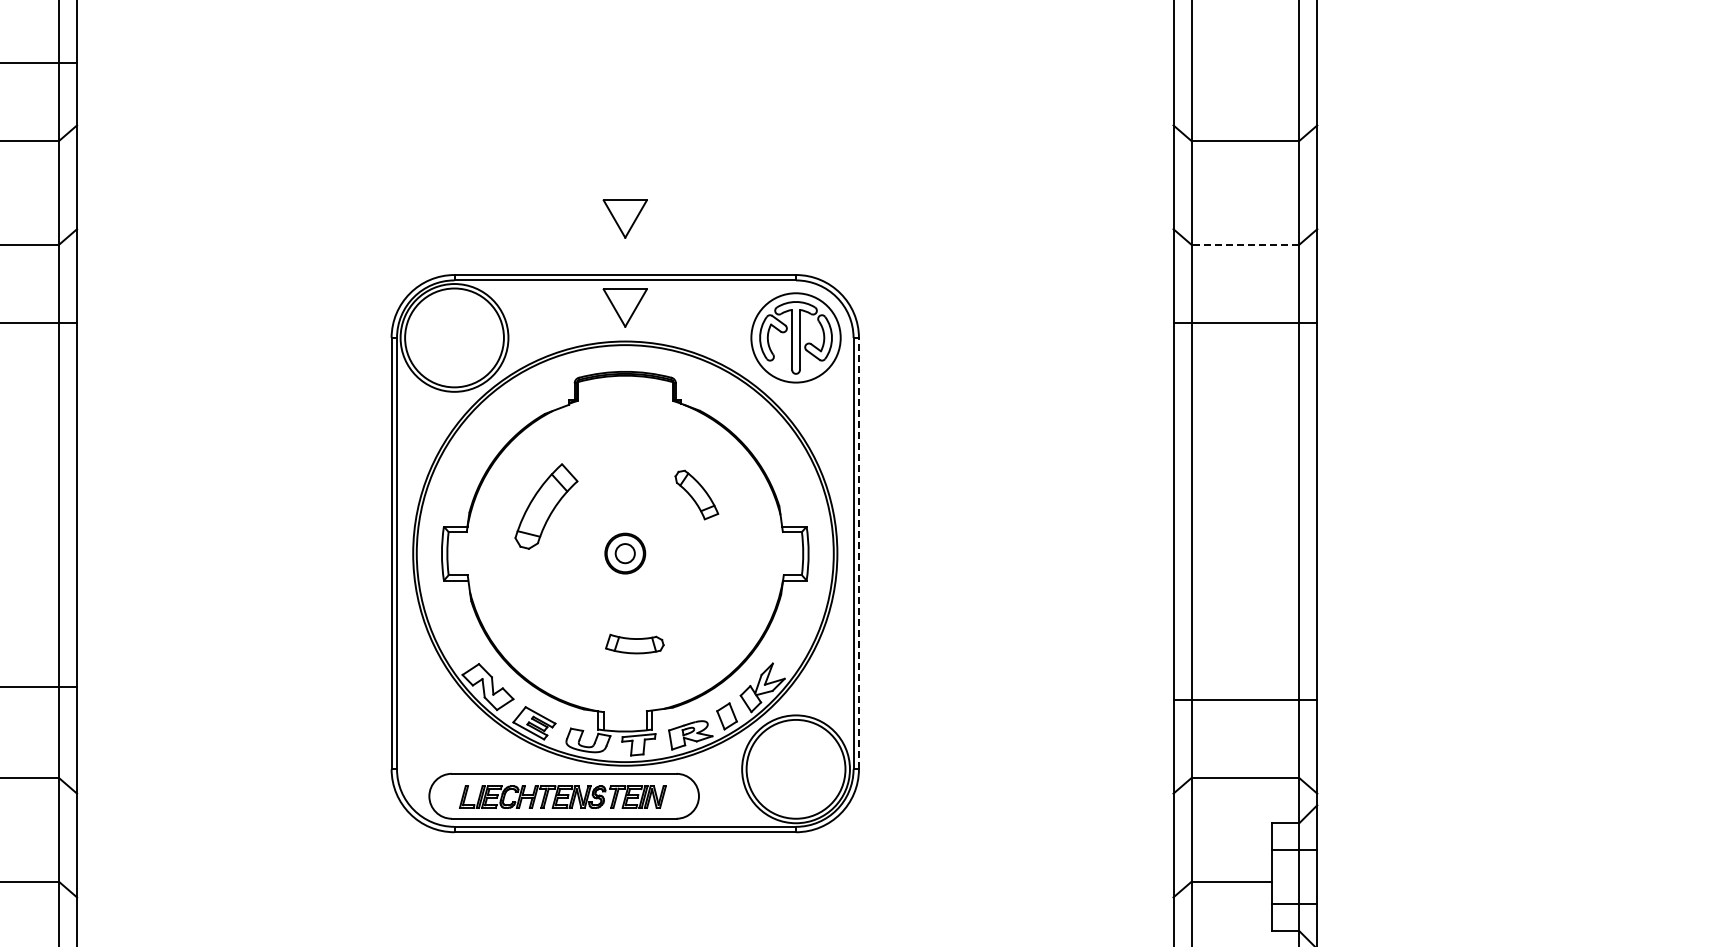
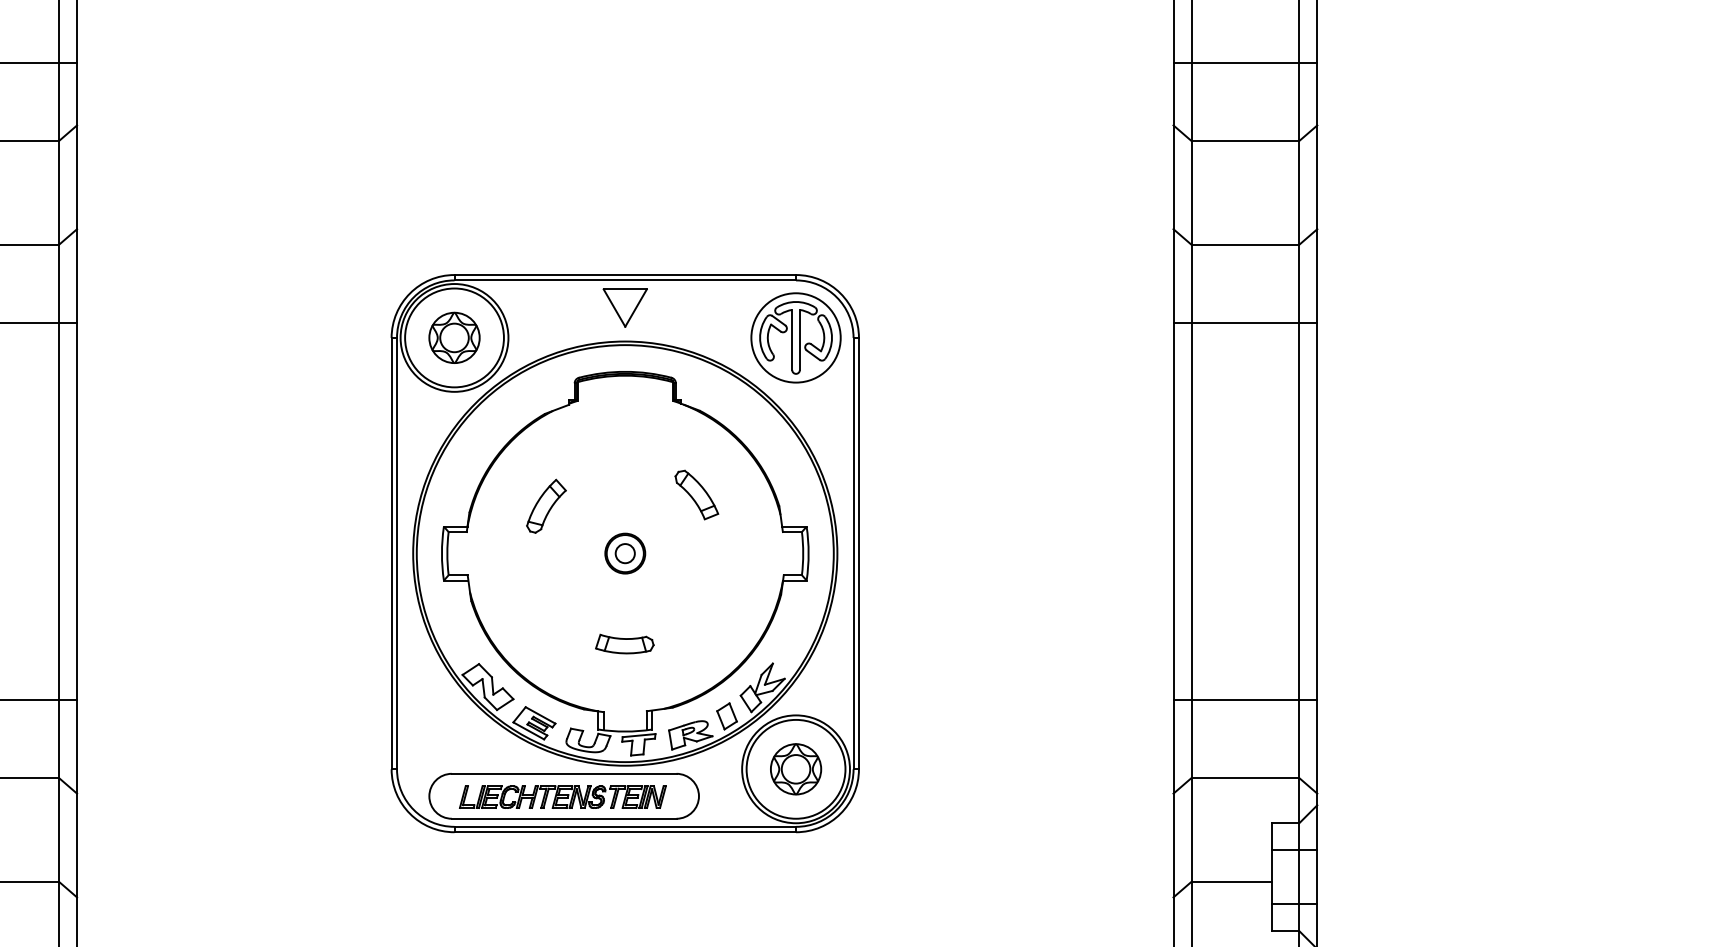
line at (1245, 63): none -> present
part at (624, 218): present -> none
line at (1245, 244): dashed -> solid
part at (454, 337): none -> present
part at (546, 506) size: 65x87 px -> 41x56 px
line at (858, 553): dashed -> solid
part at (634, 643) position: (634, 643) -> (624, 643)
line at (39, 687) position: (39, 687) -> (39, 700)
part at (796, 769): none -> present
